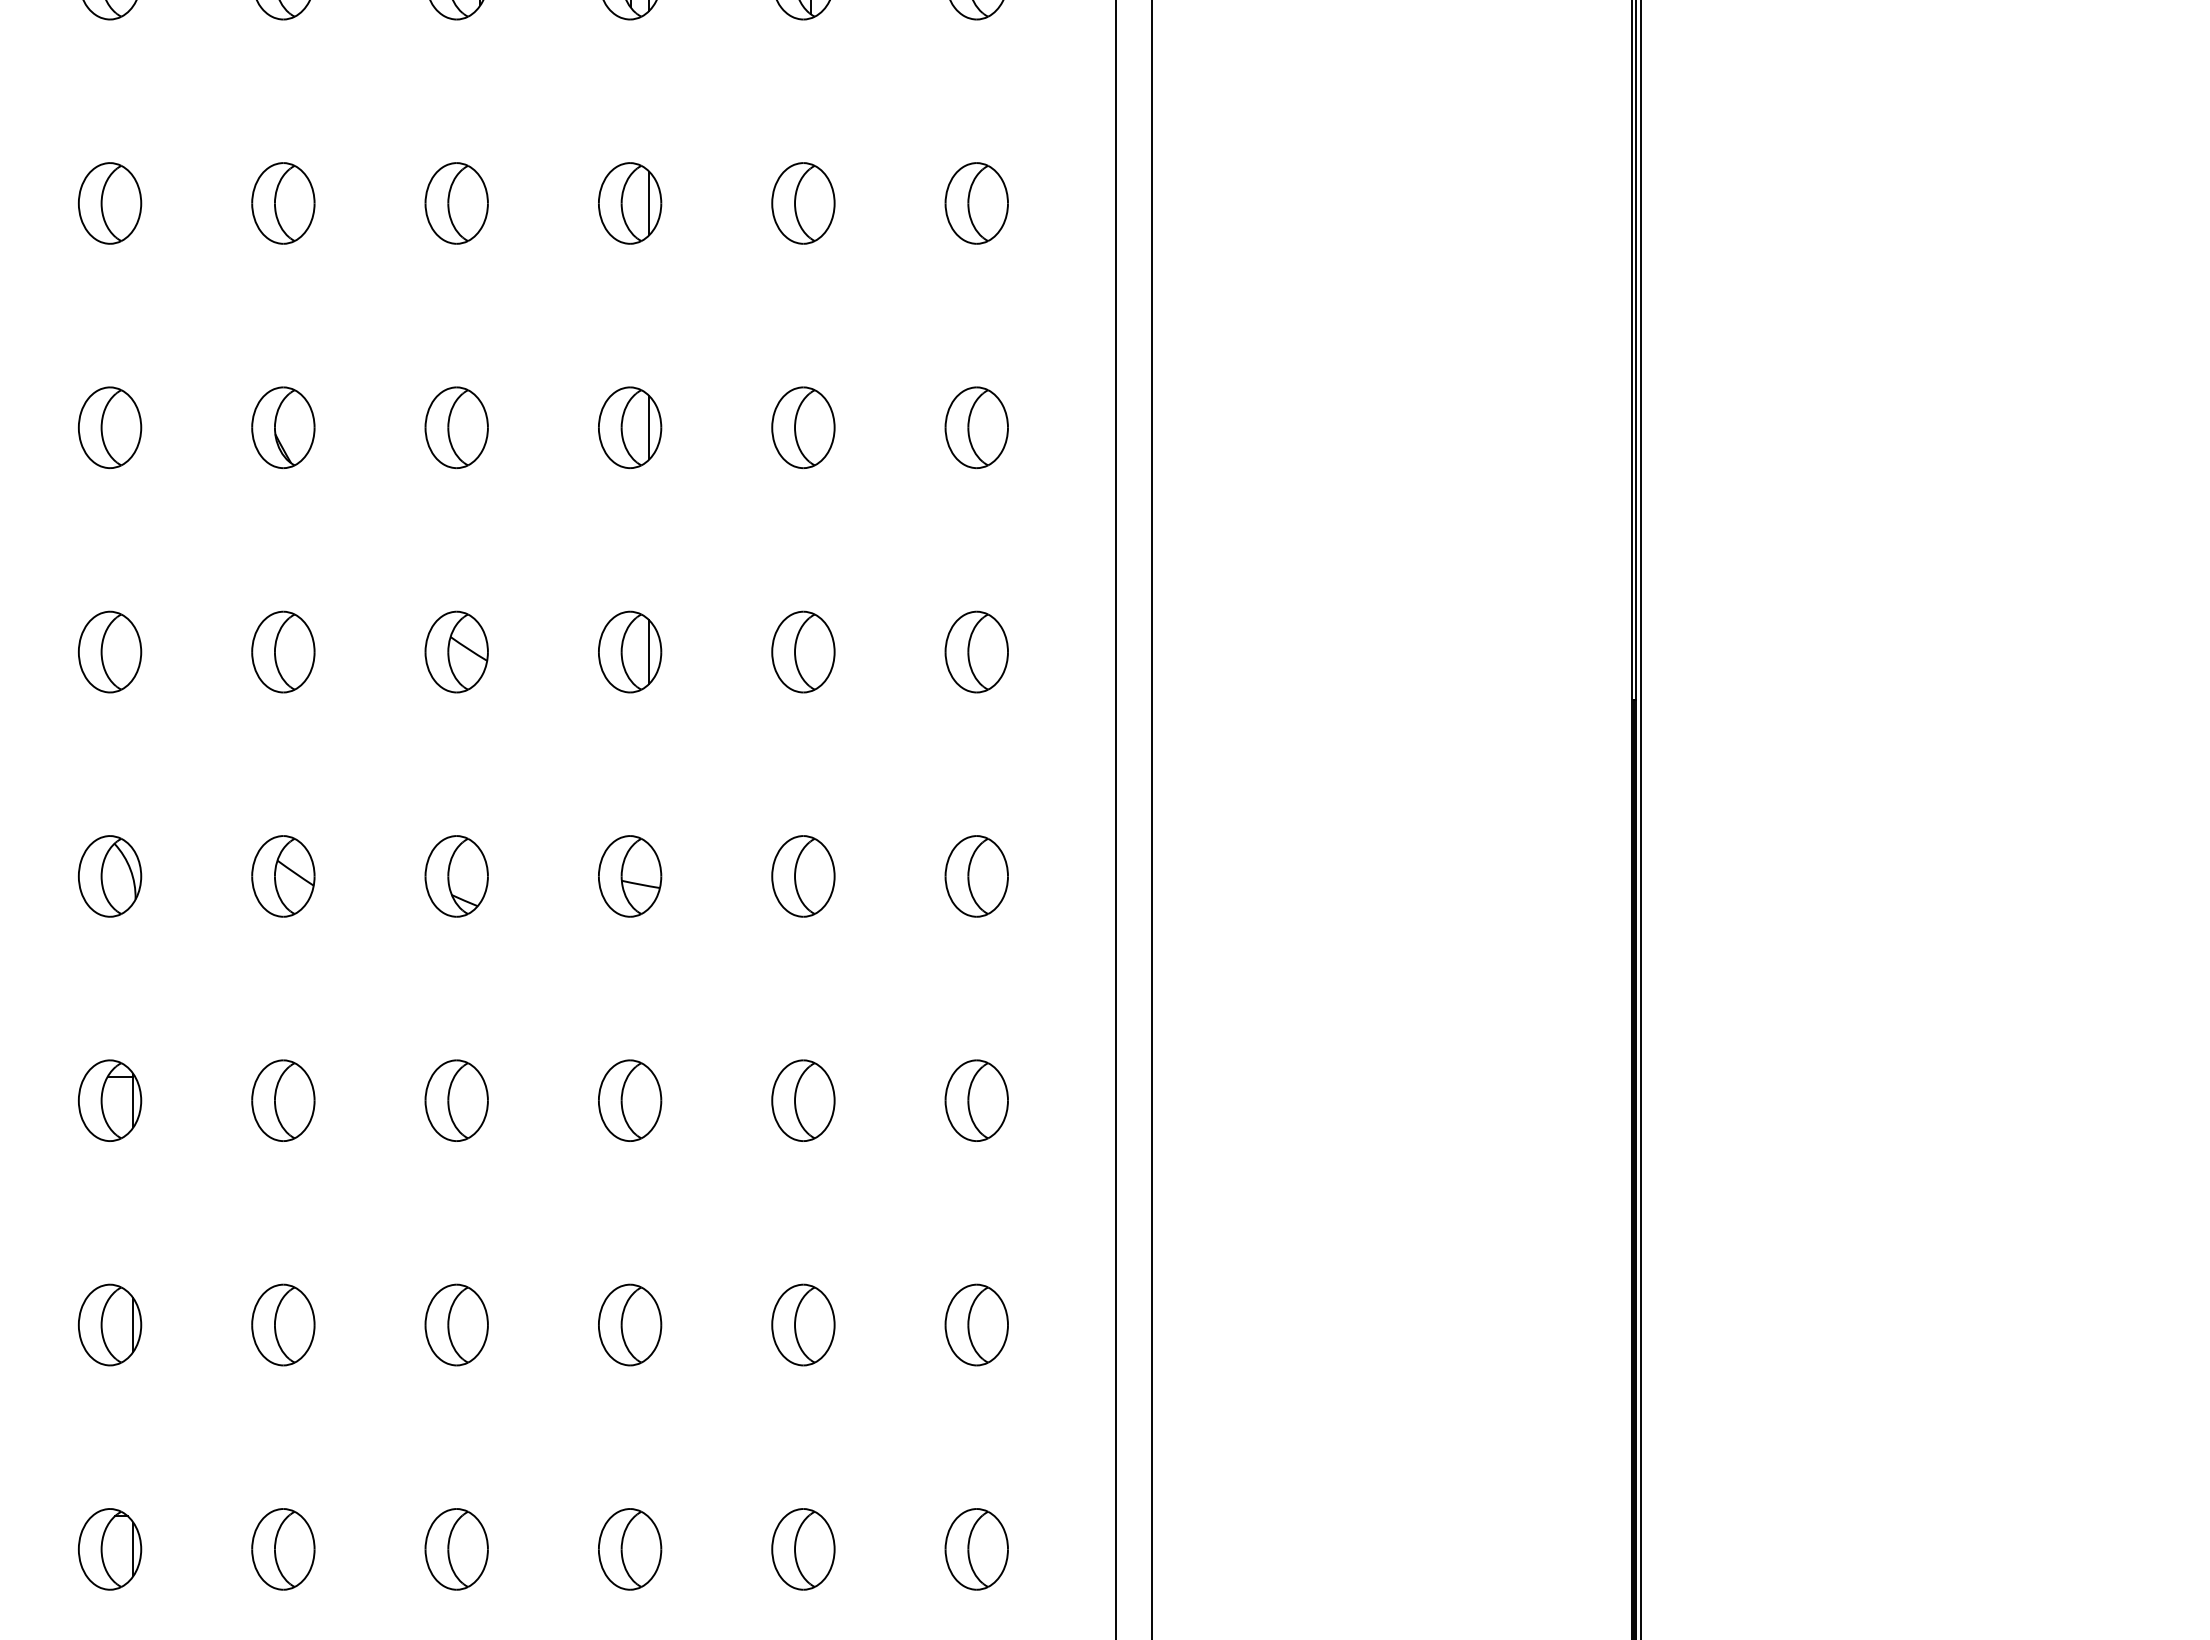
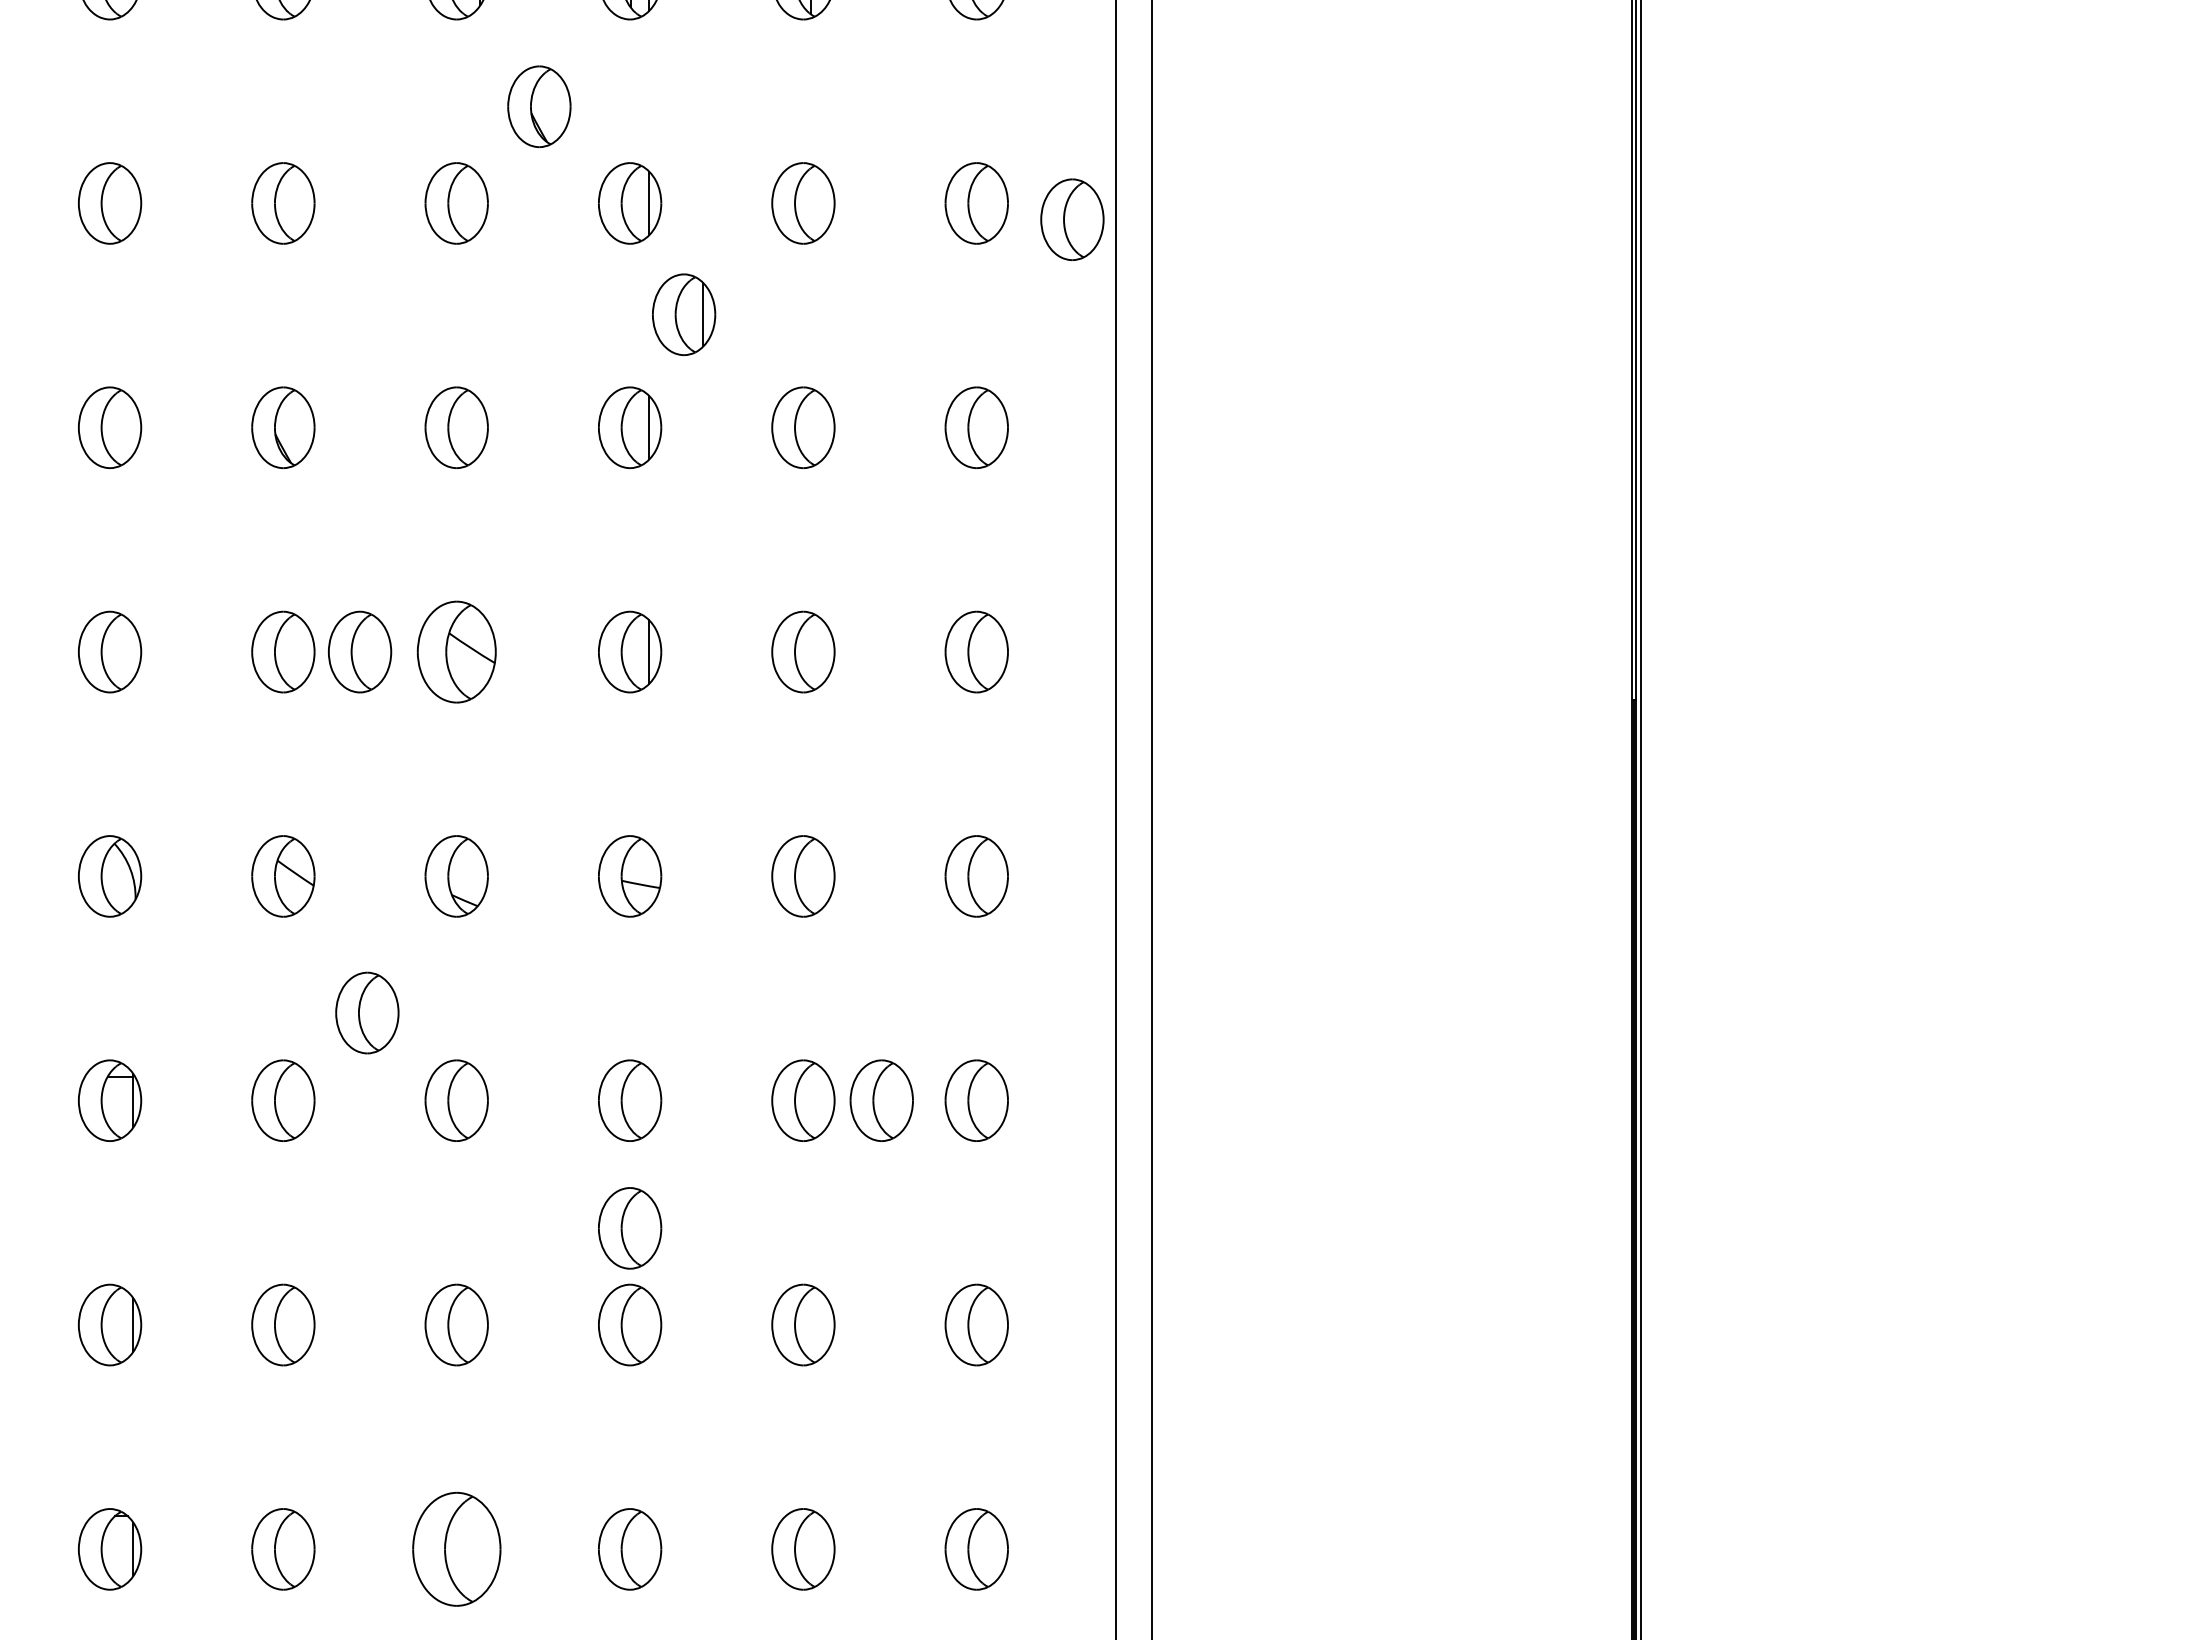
part at (539, 106): none -> present
part at (1072, 219): none -> present
part at (684, 314): none -> present
part at (360, 651): none -> present
part at (456, 651) size: 65x84 px -> 81x104 px
part at (367, 1012): none -> present
part at (881, 1100): none -> present
part at (630, 1228): none -> present
part at (456, 1549) size: 65x83 px -> 90x116 px
